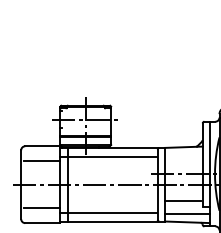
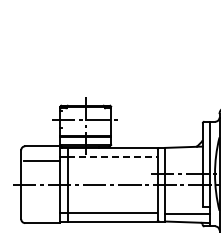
line at (112, 156): solid -> dashed
line at (183, 201): present -> none
line at (42, 208): present -> none
